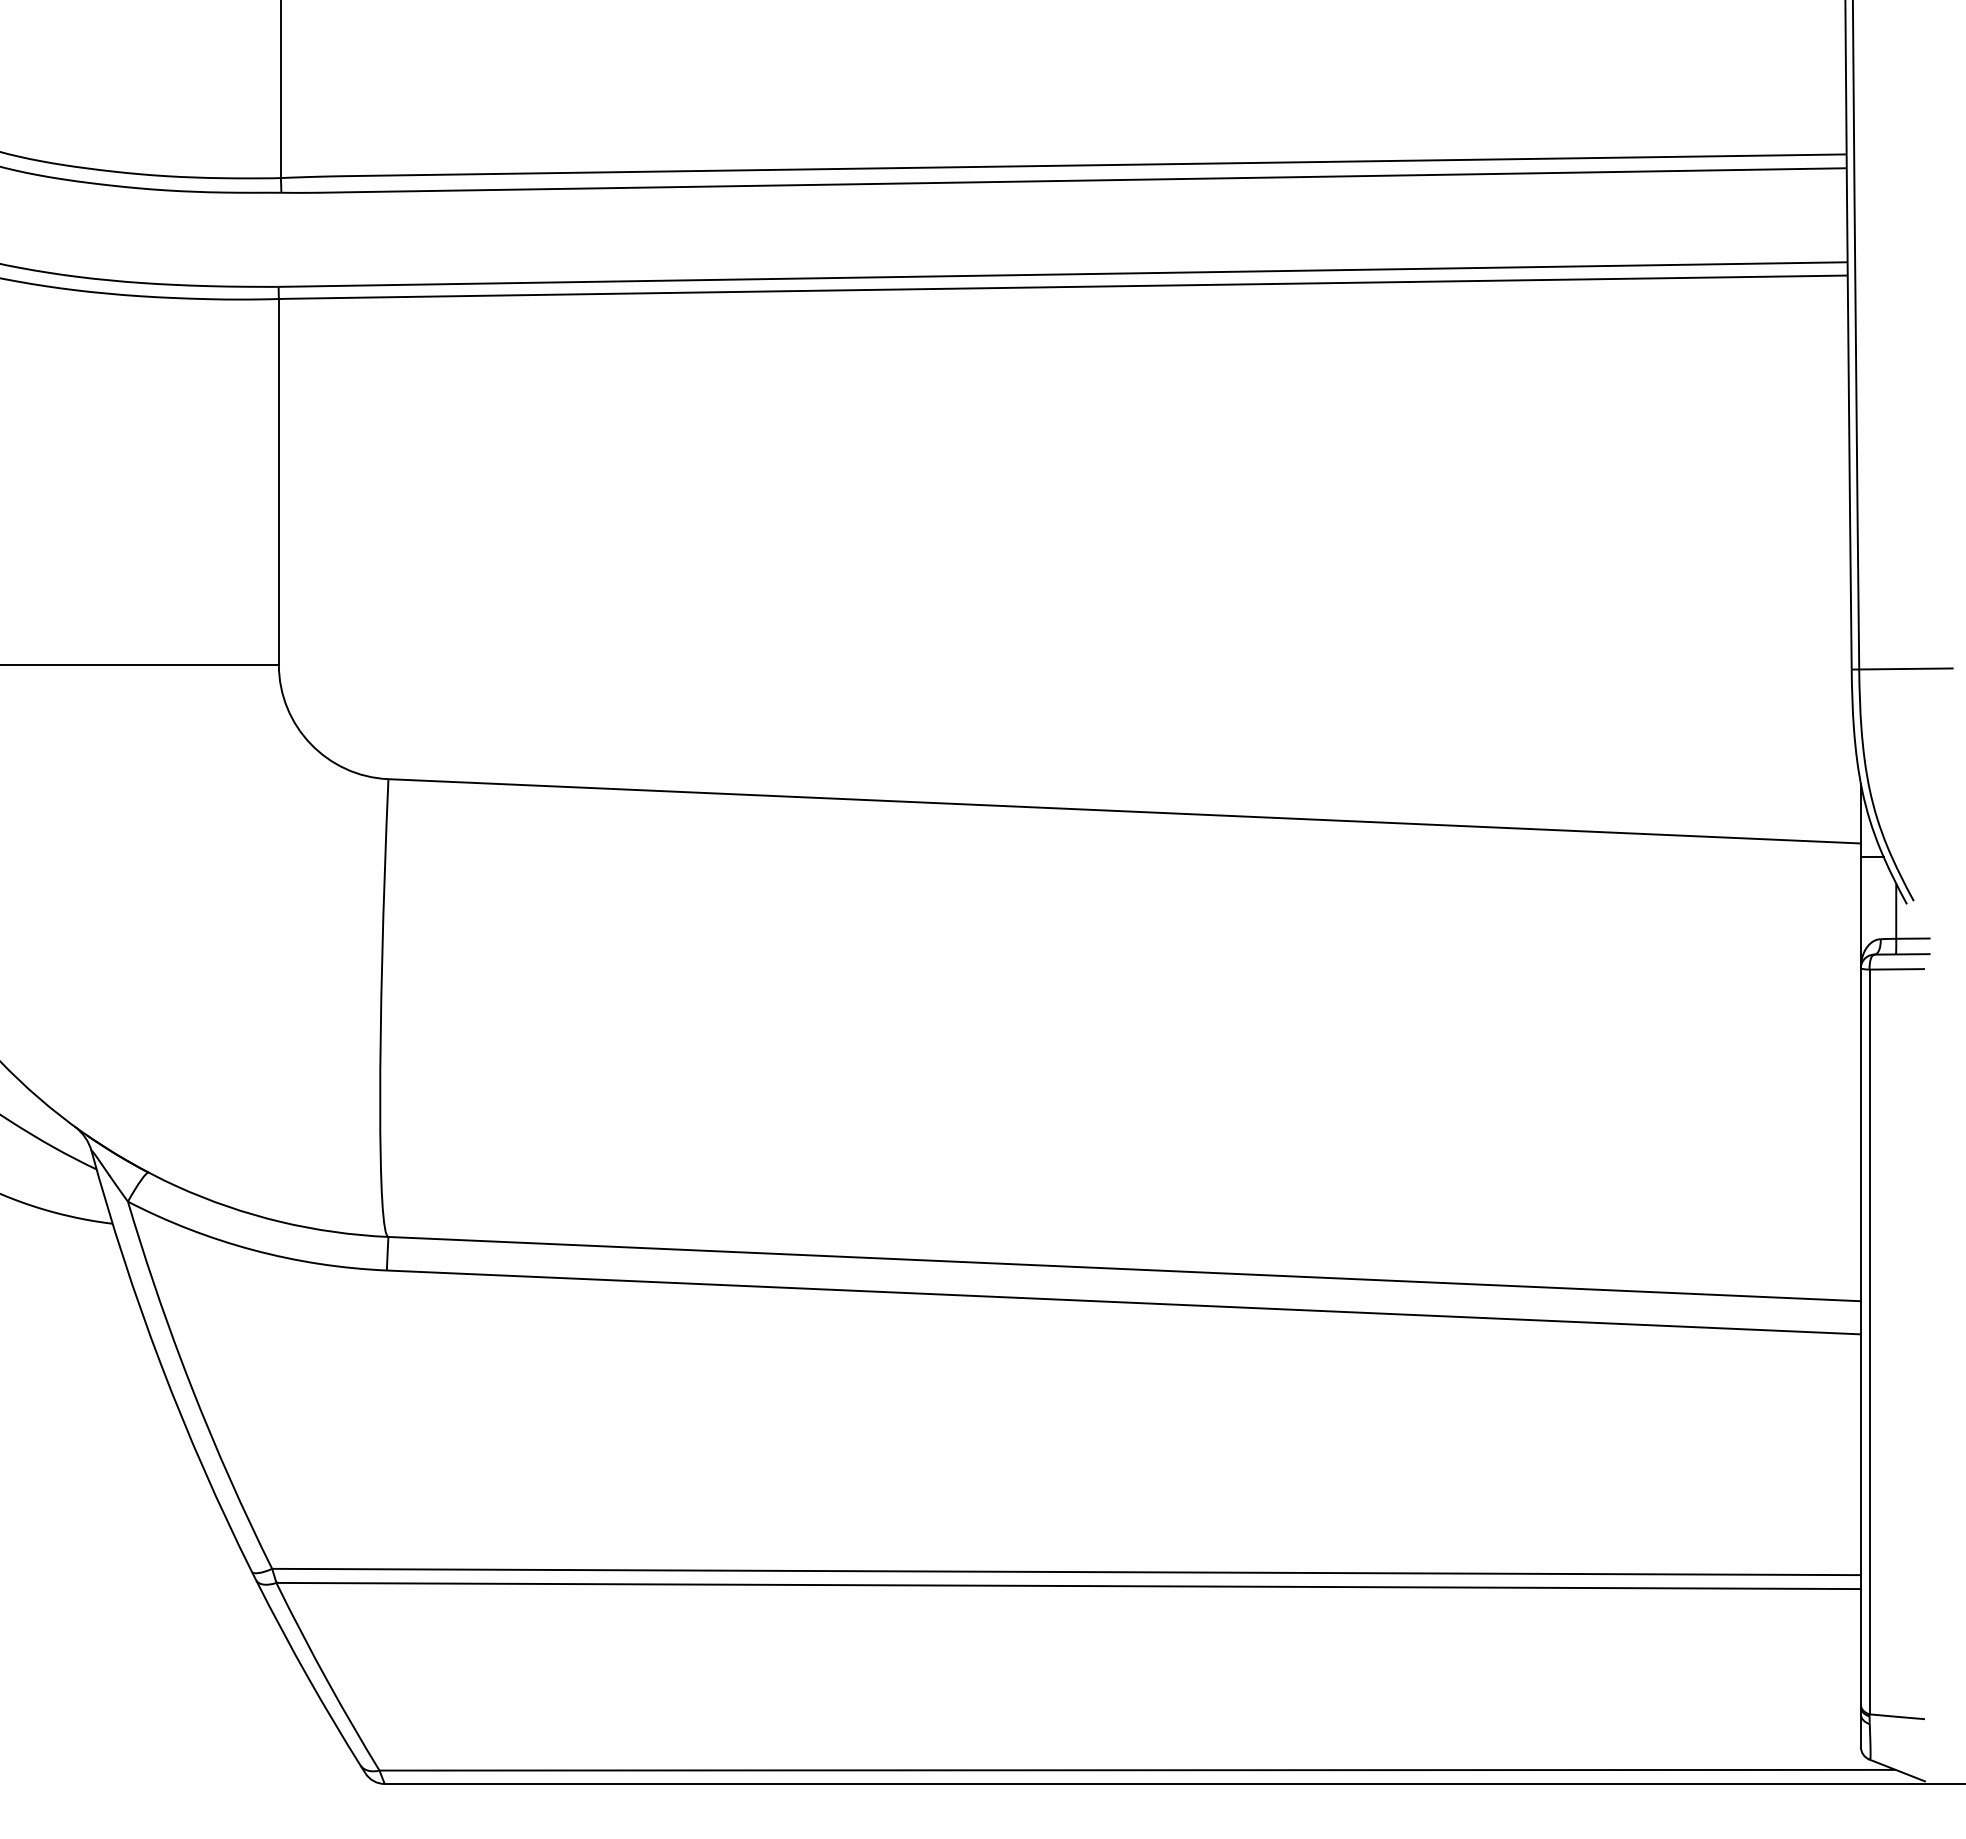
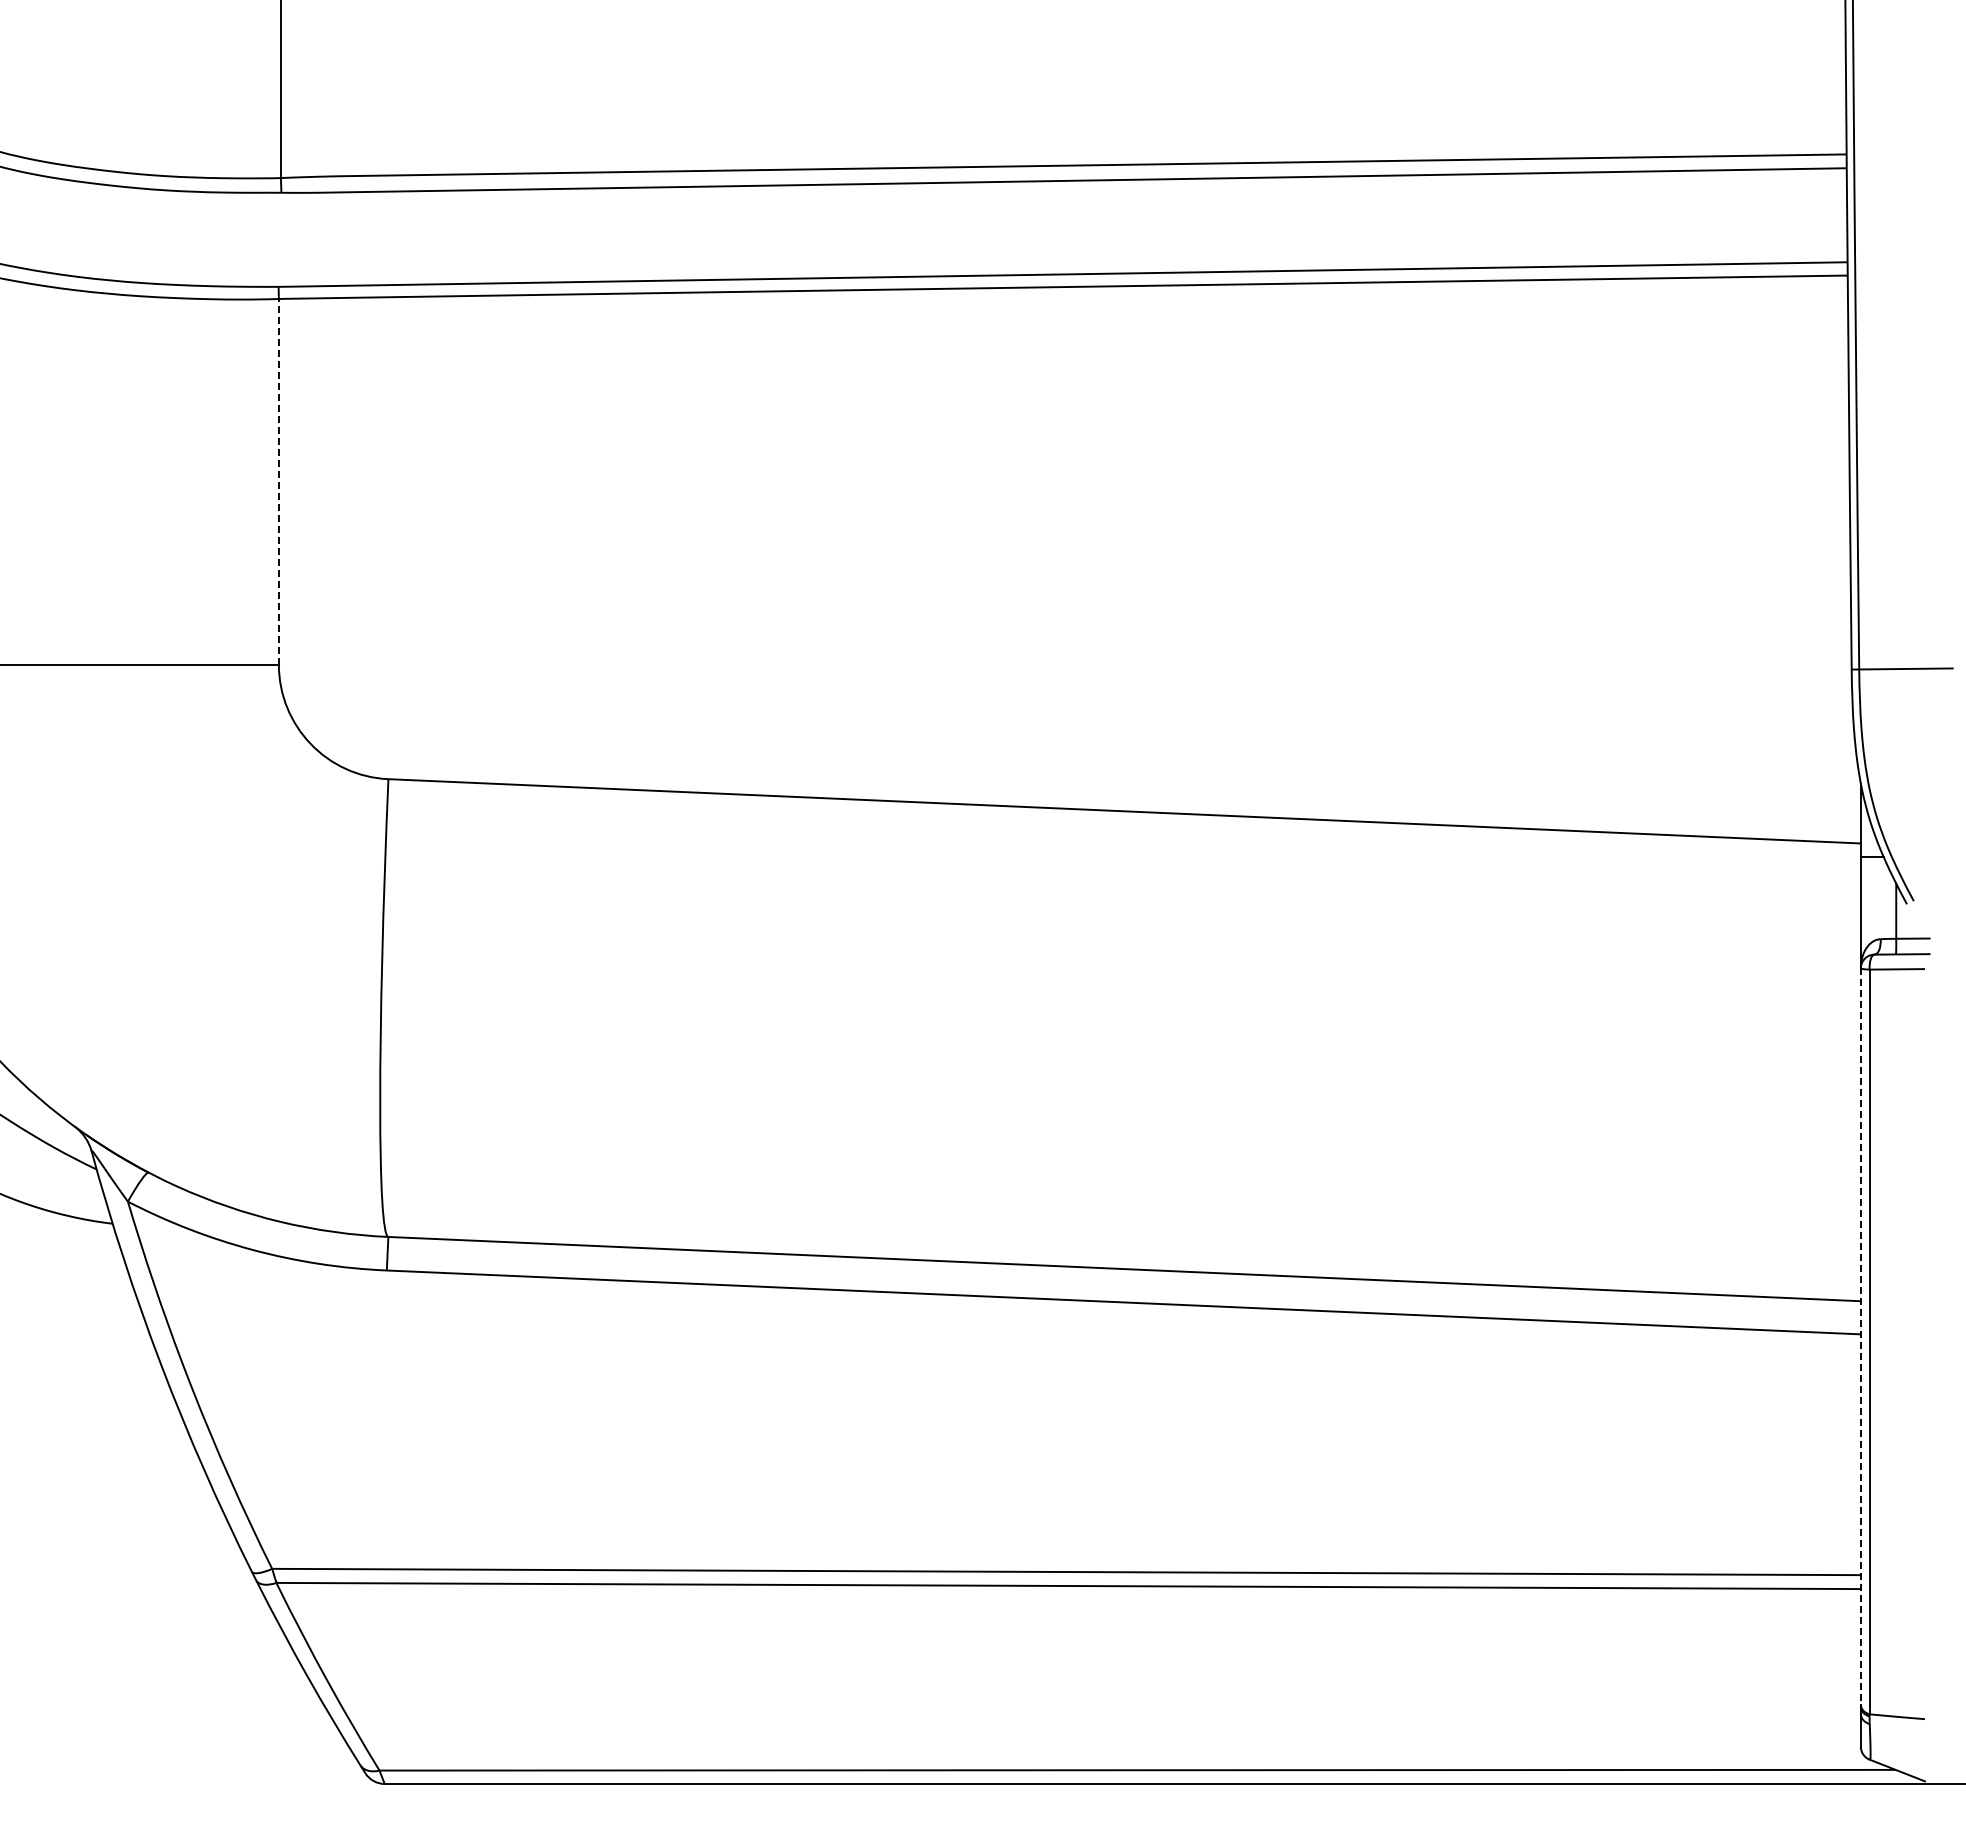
line at (278, 481): solid -> dashed
line at (1860, 1337): solid -> dashed
